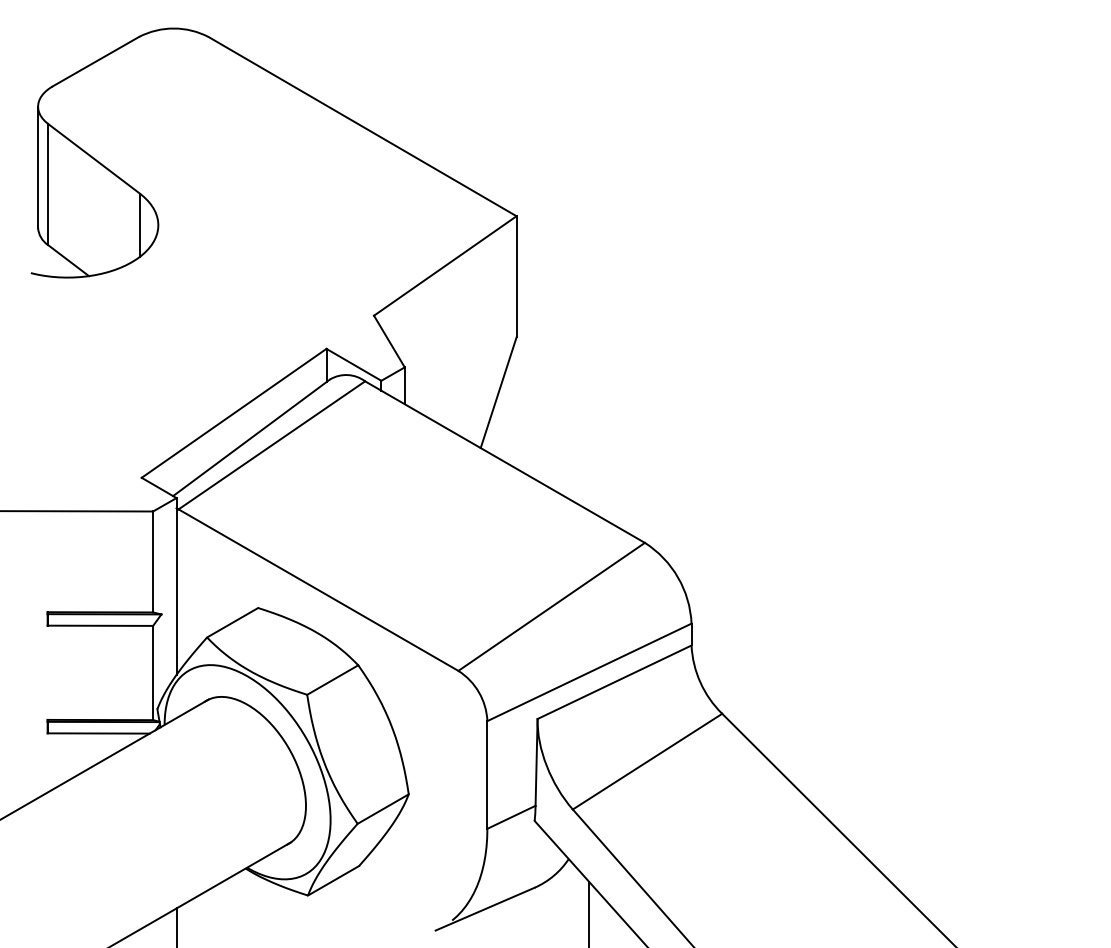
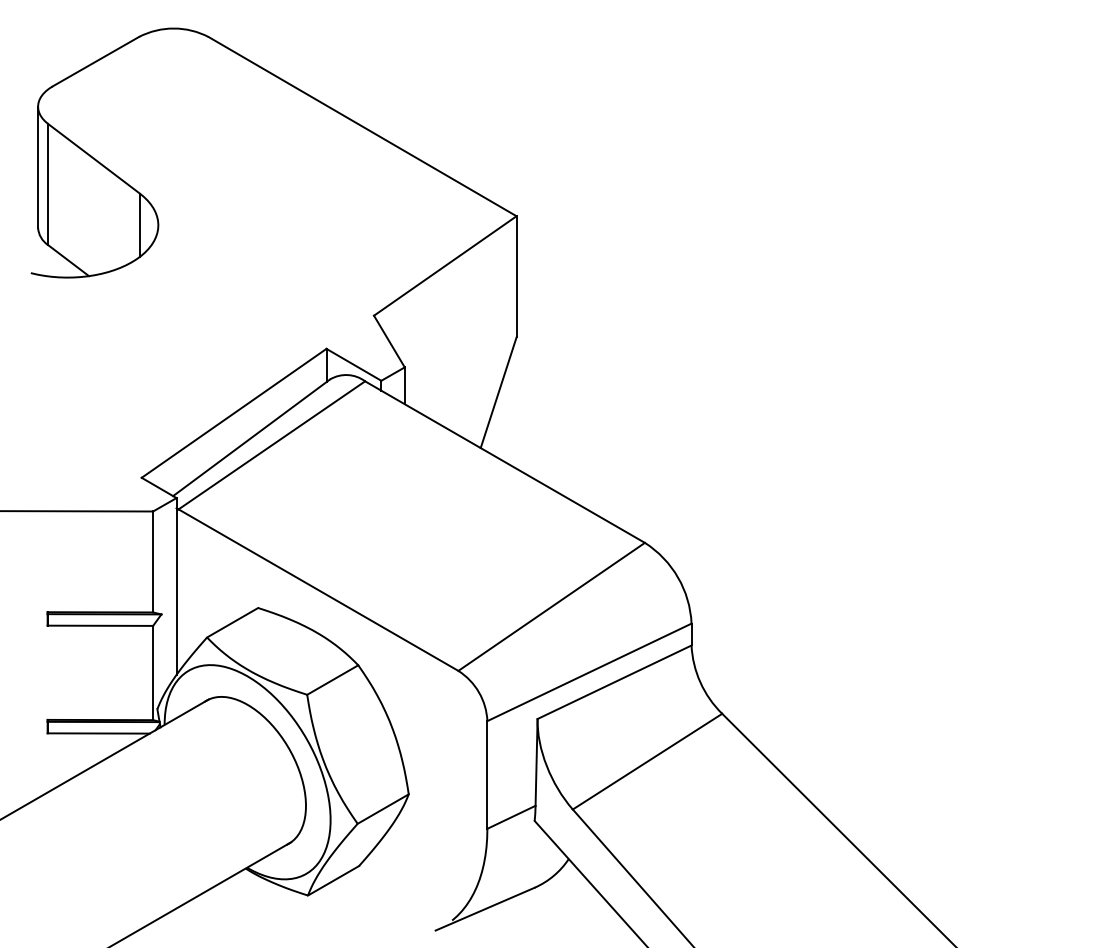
line at (589, 913): present -> none
line at (176, 926): present -> none
